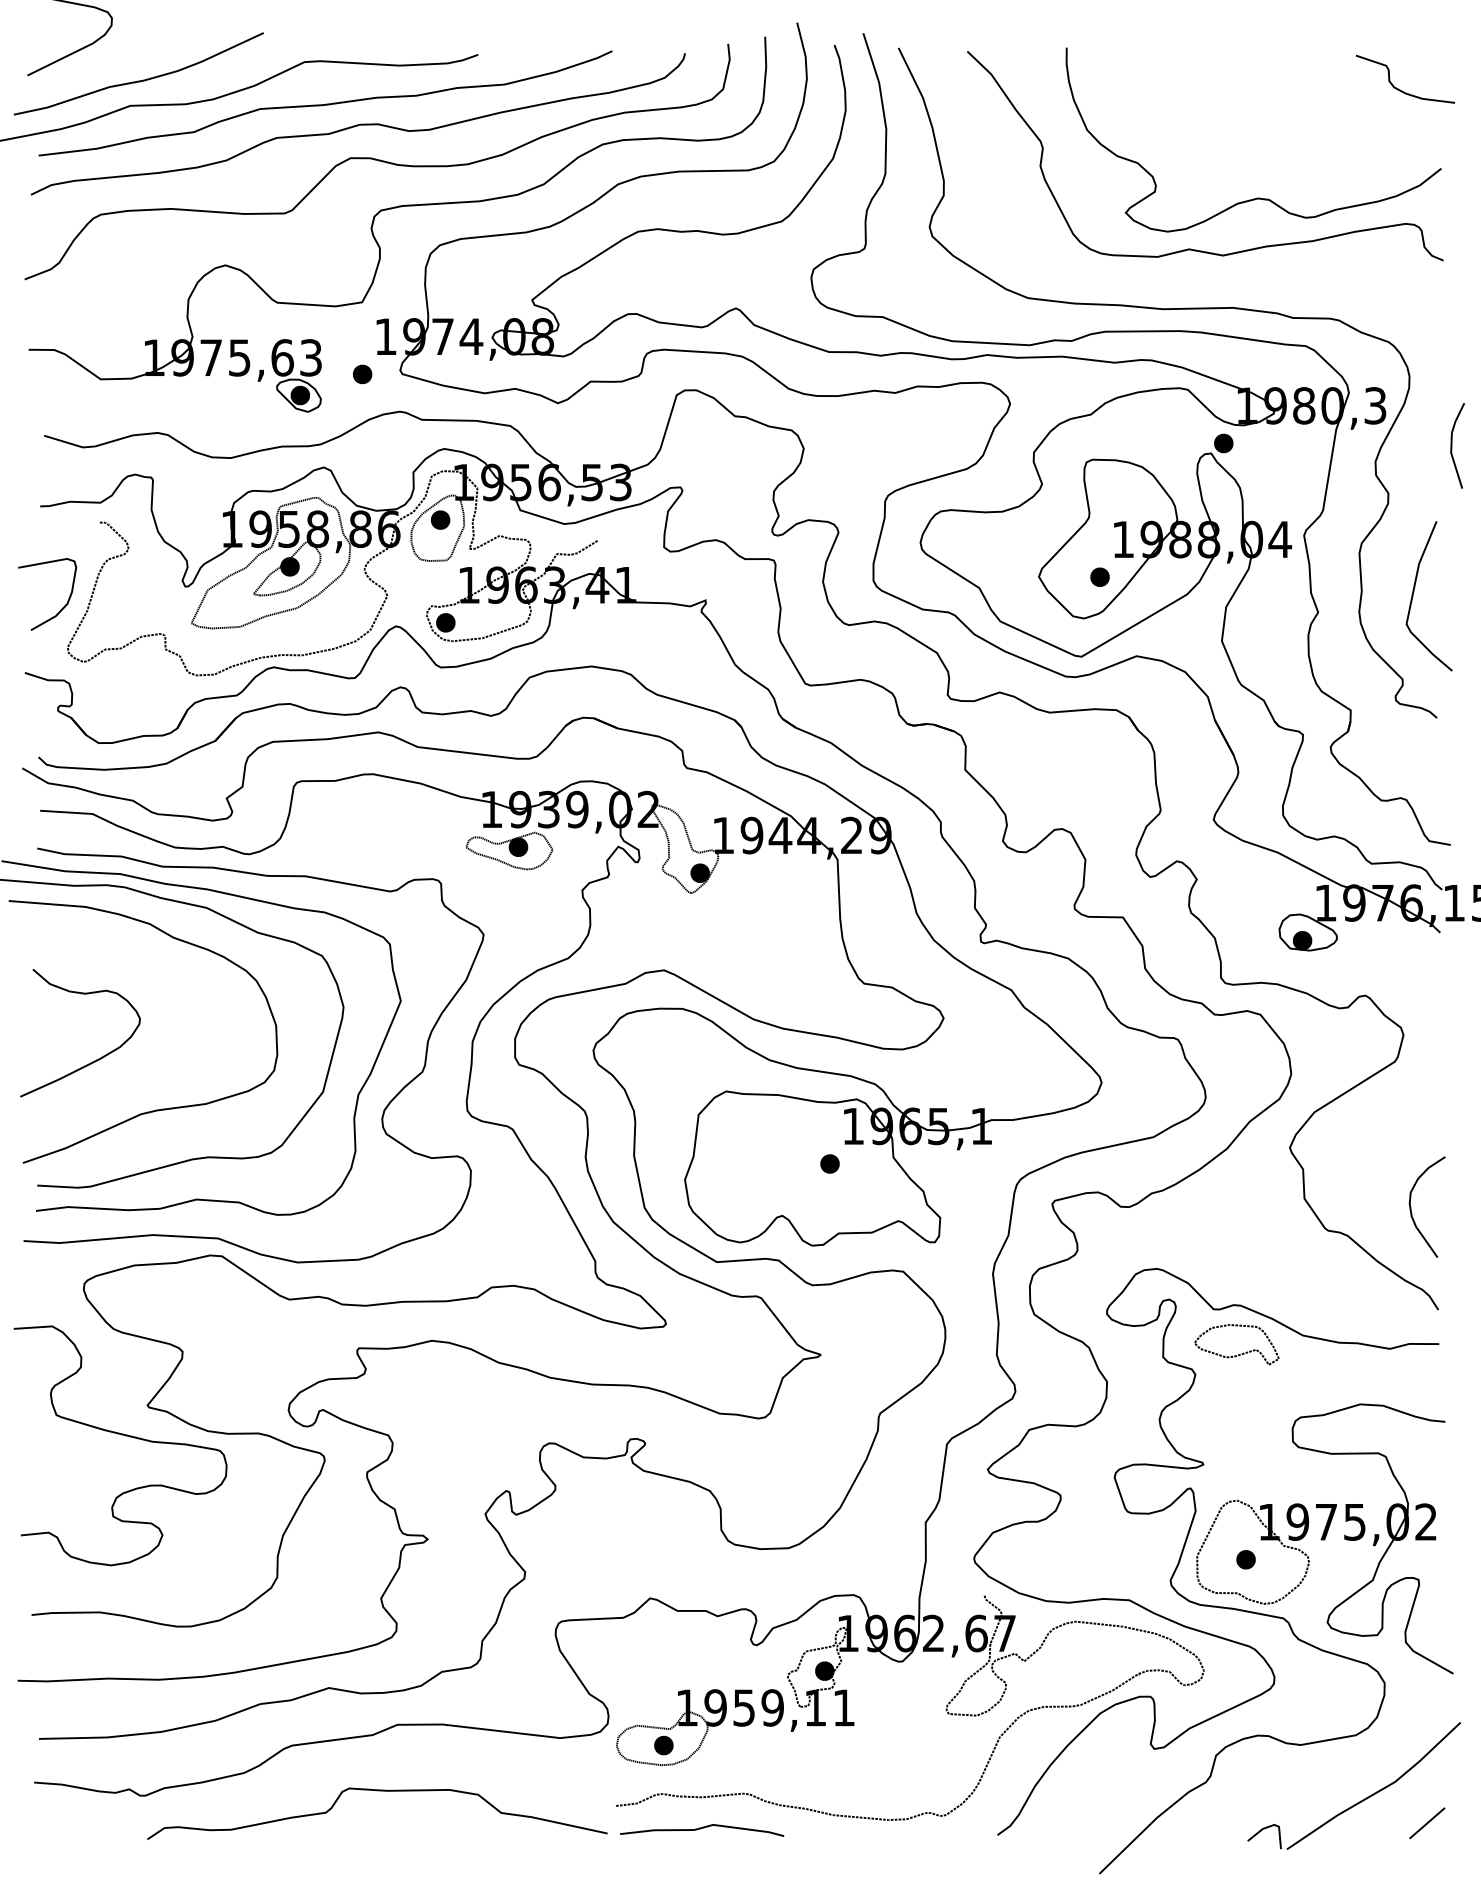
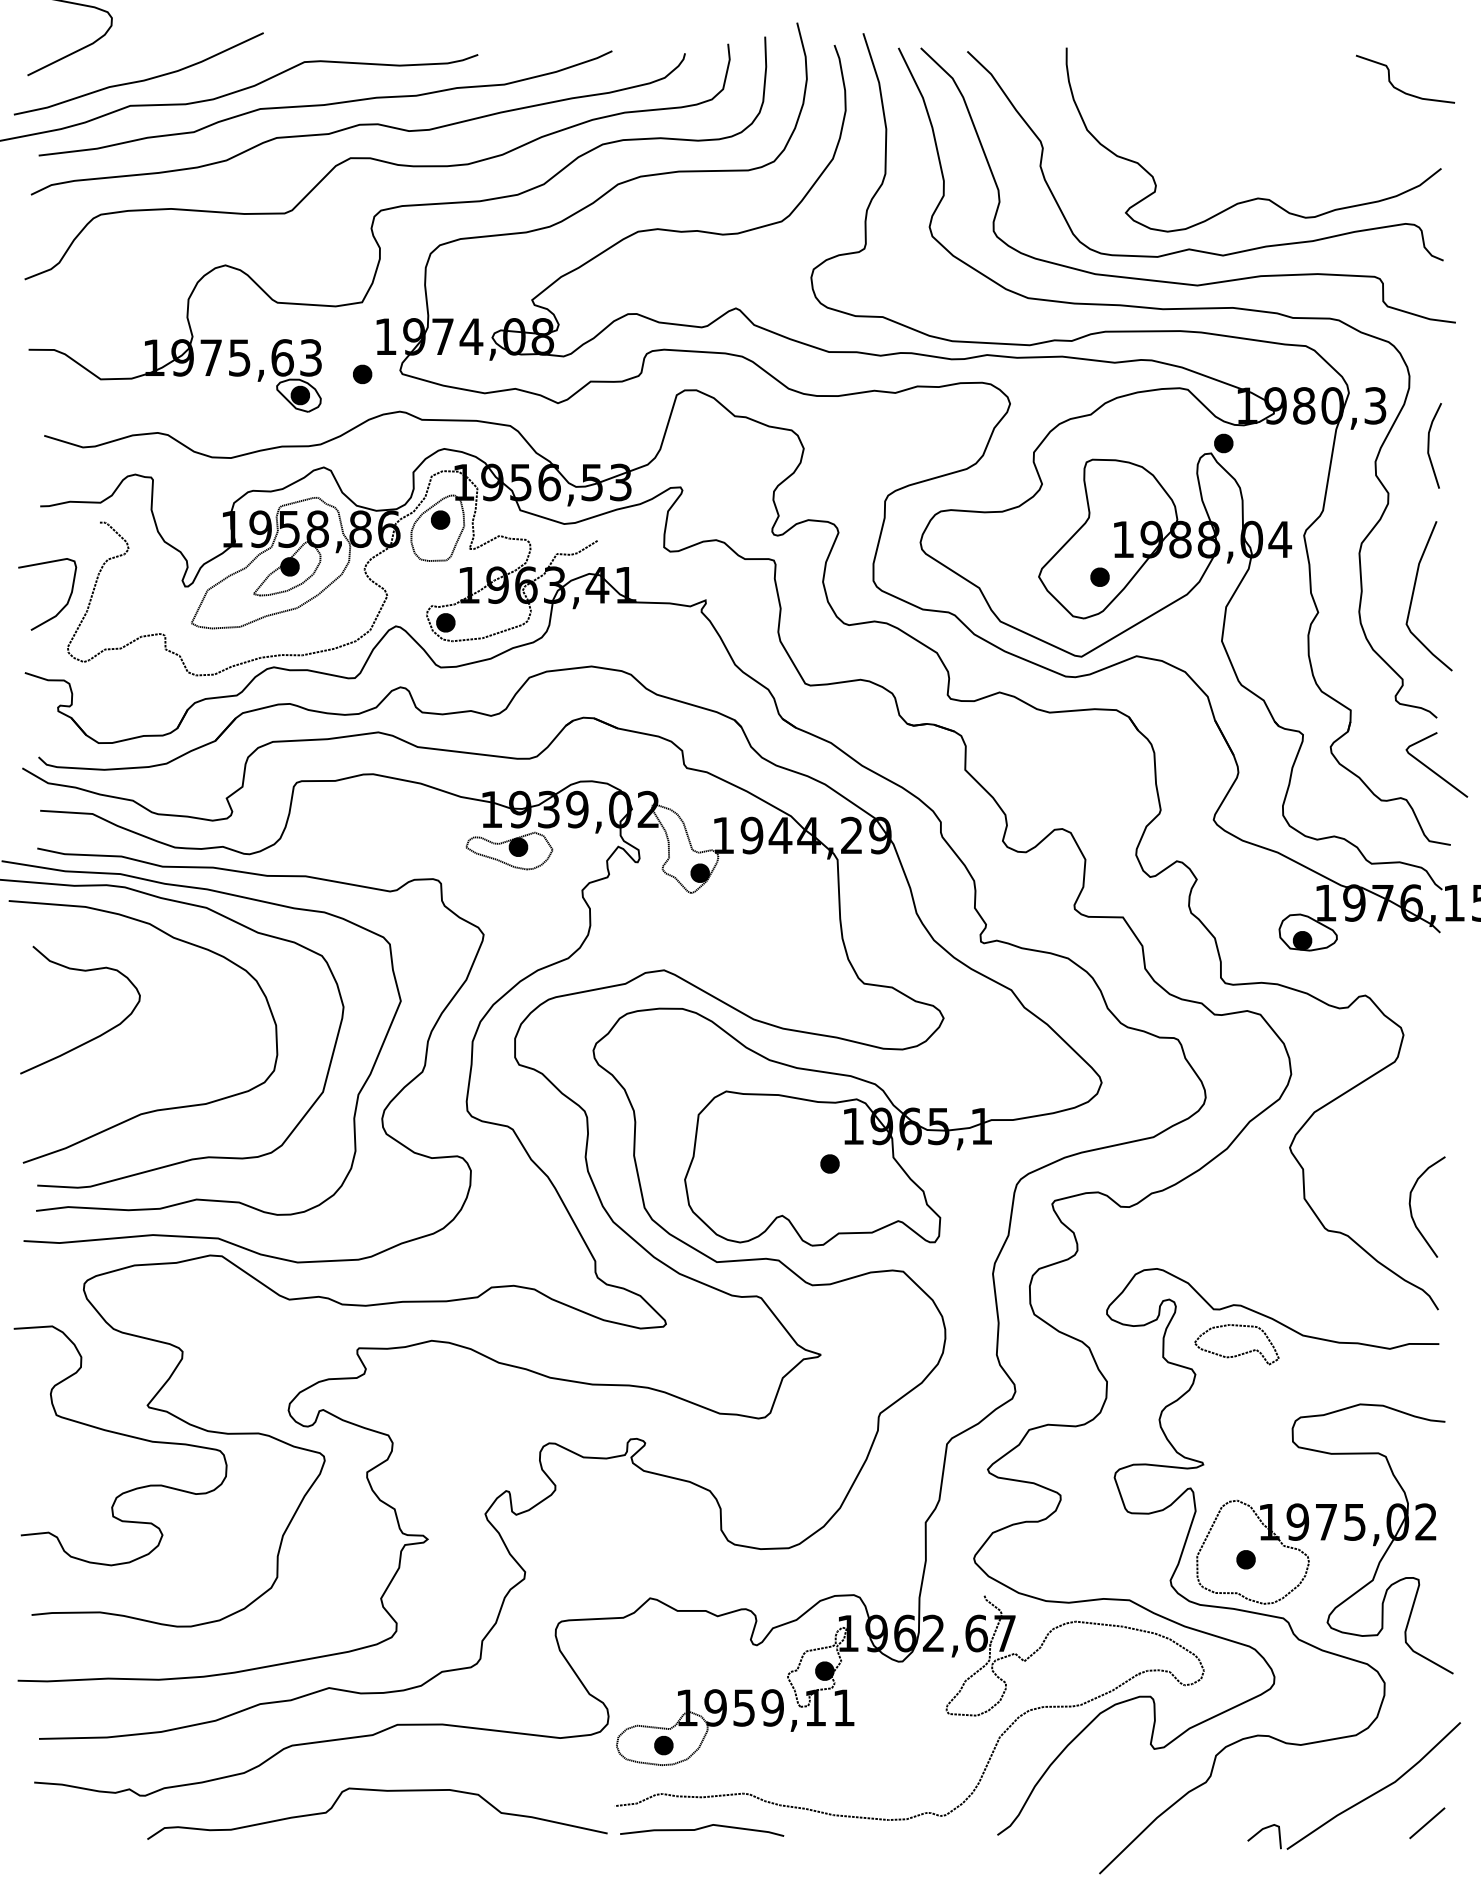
curve at (1172, 281): none -> present
line at (1452, 445) position: (1452, 445) -> (1429, 445)
part at (1432, 769): none -> present
part at (94, 1060) position: (94, 1060) -> (94, 1037)
